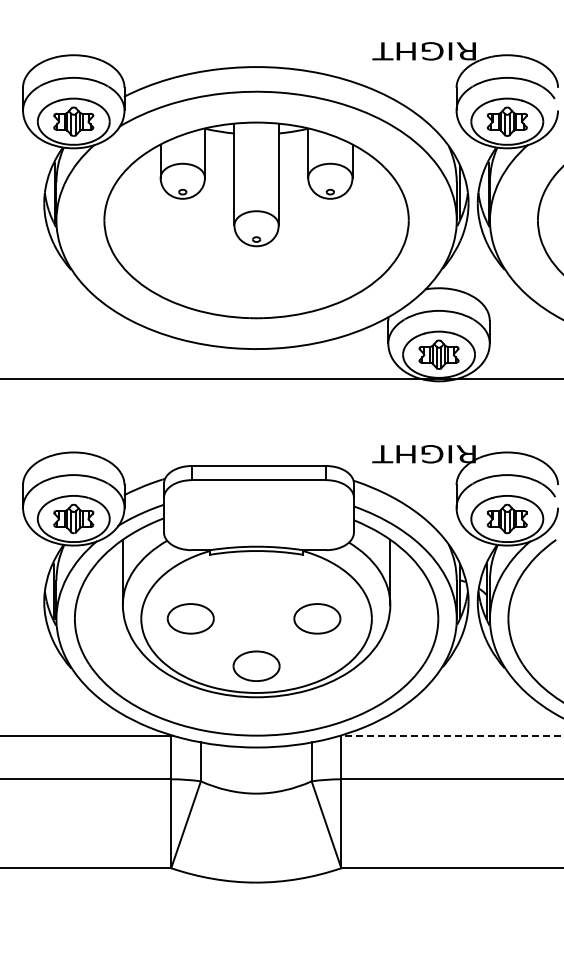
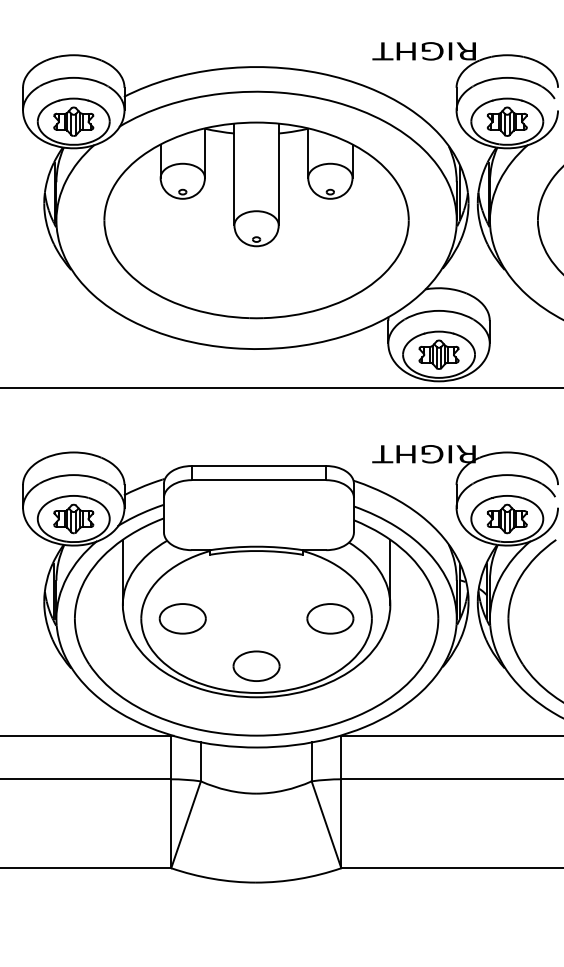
line at (281, 379) position: (281, 379) -> (281, 388)
part at (190, 618) position: (190, 618) -> (182, 618)
part at (317, 618) position: (317, 618) -> (330, 618)
line at (452, 735): dashed -> solid
